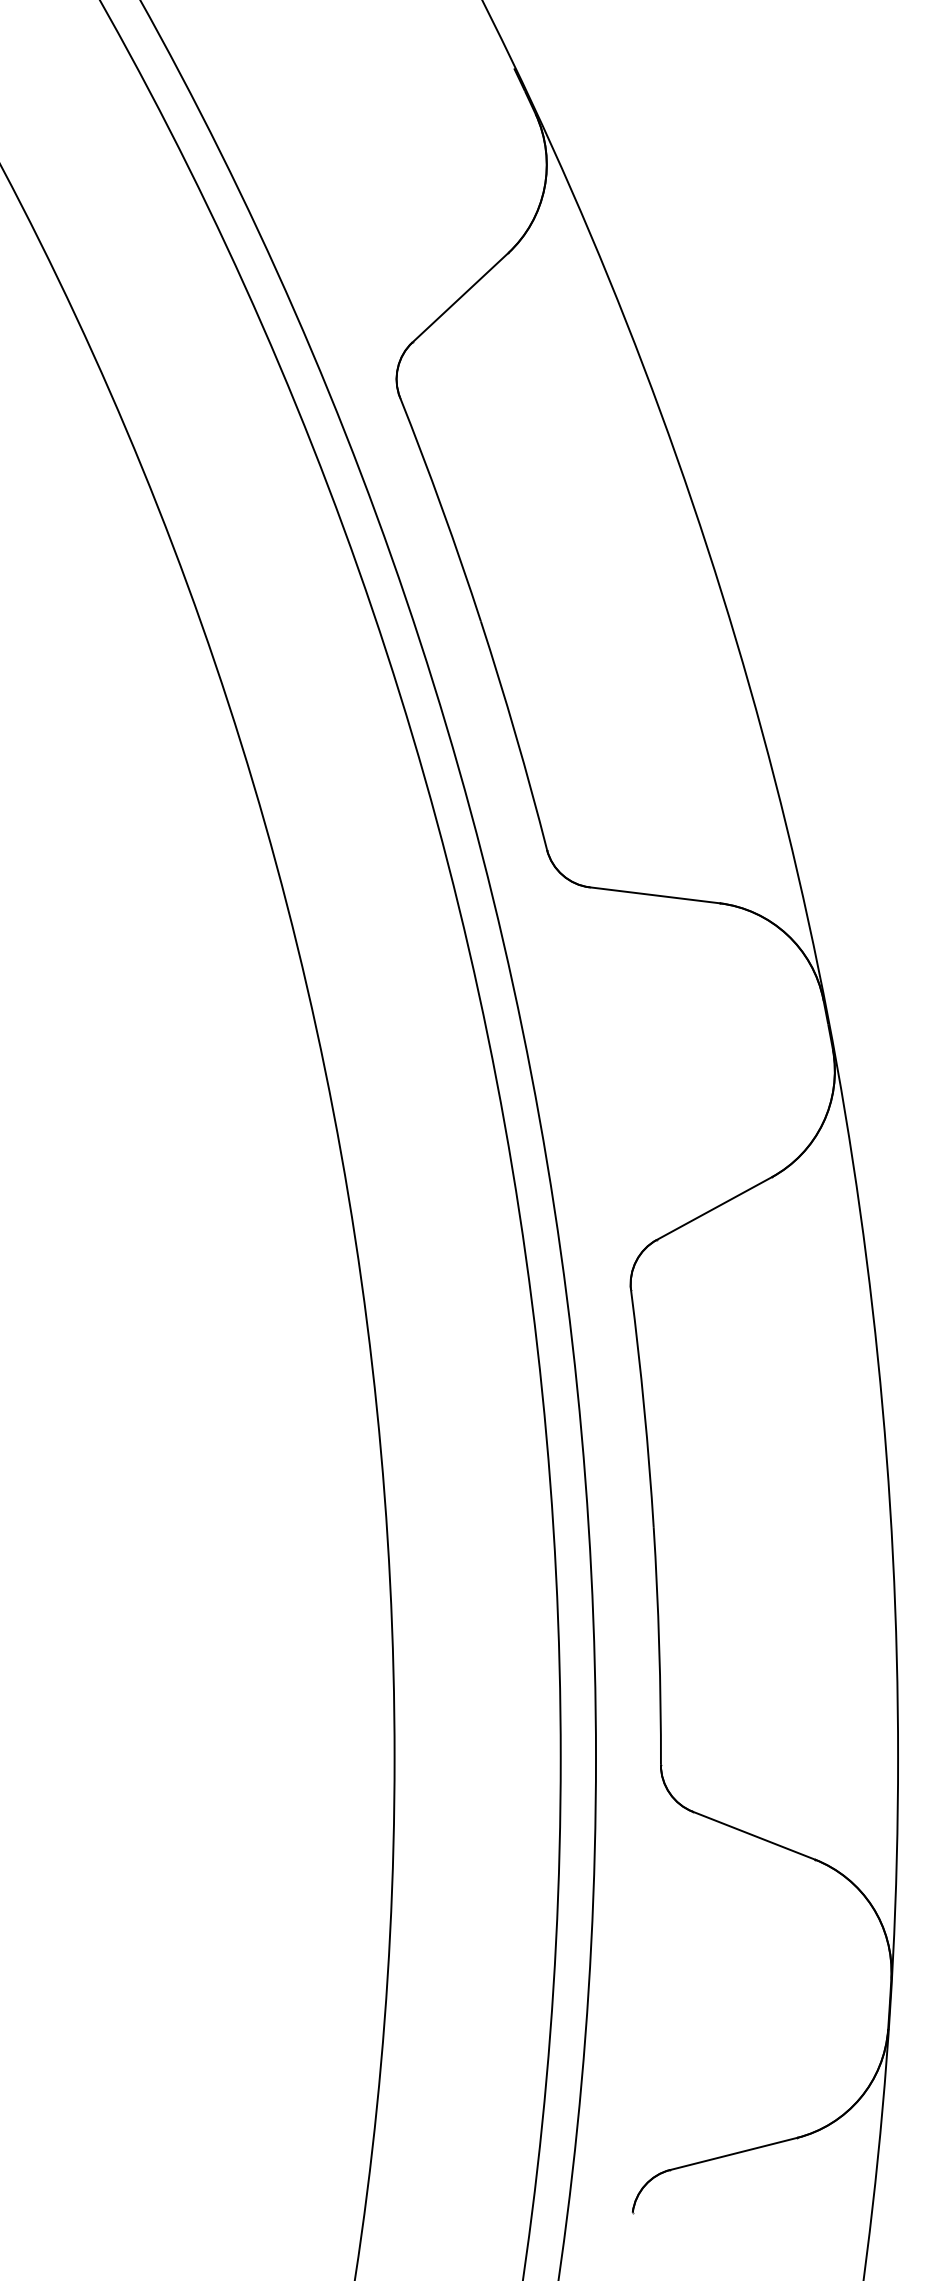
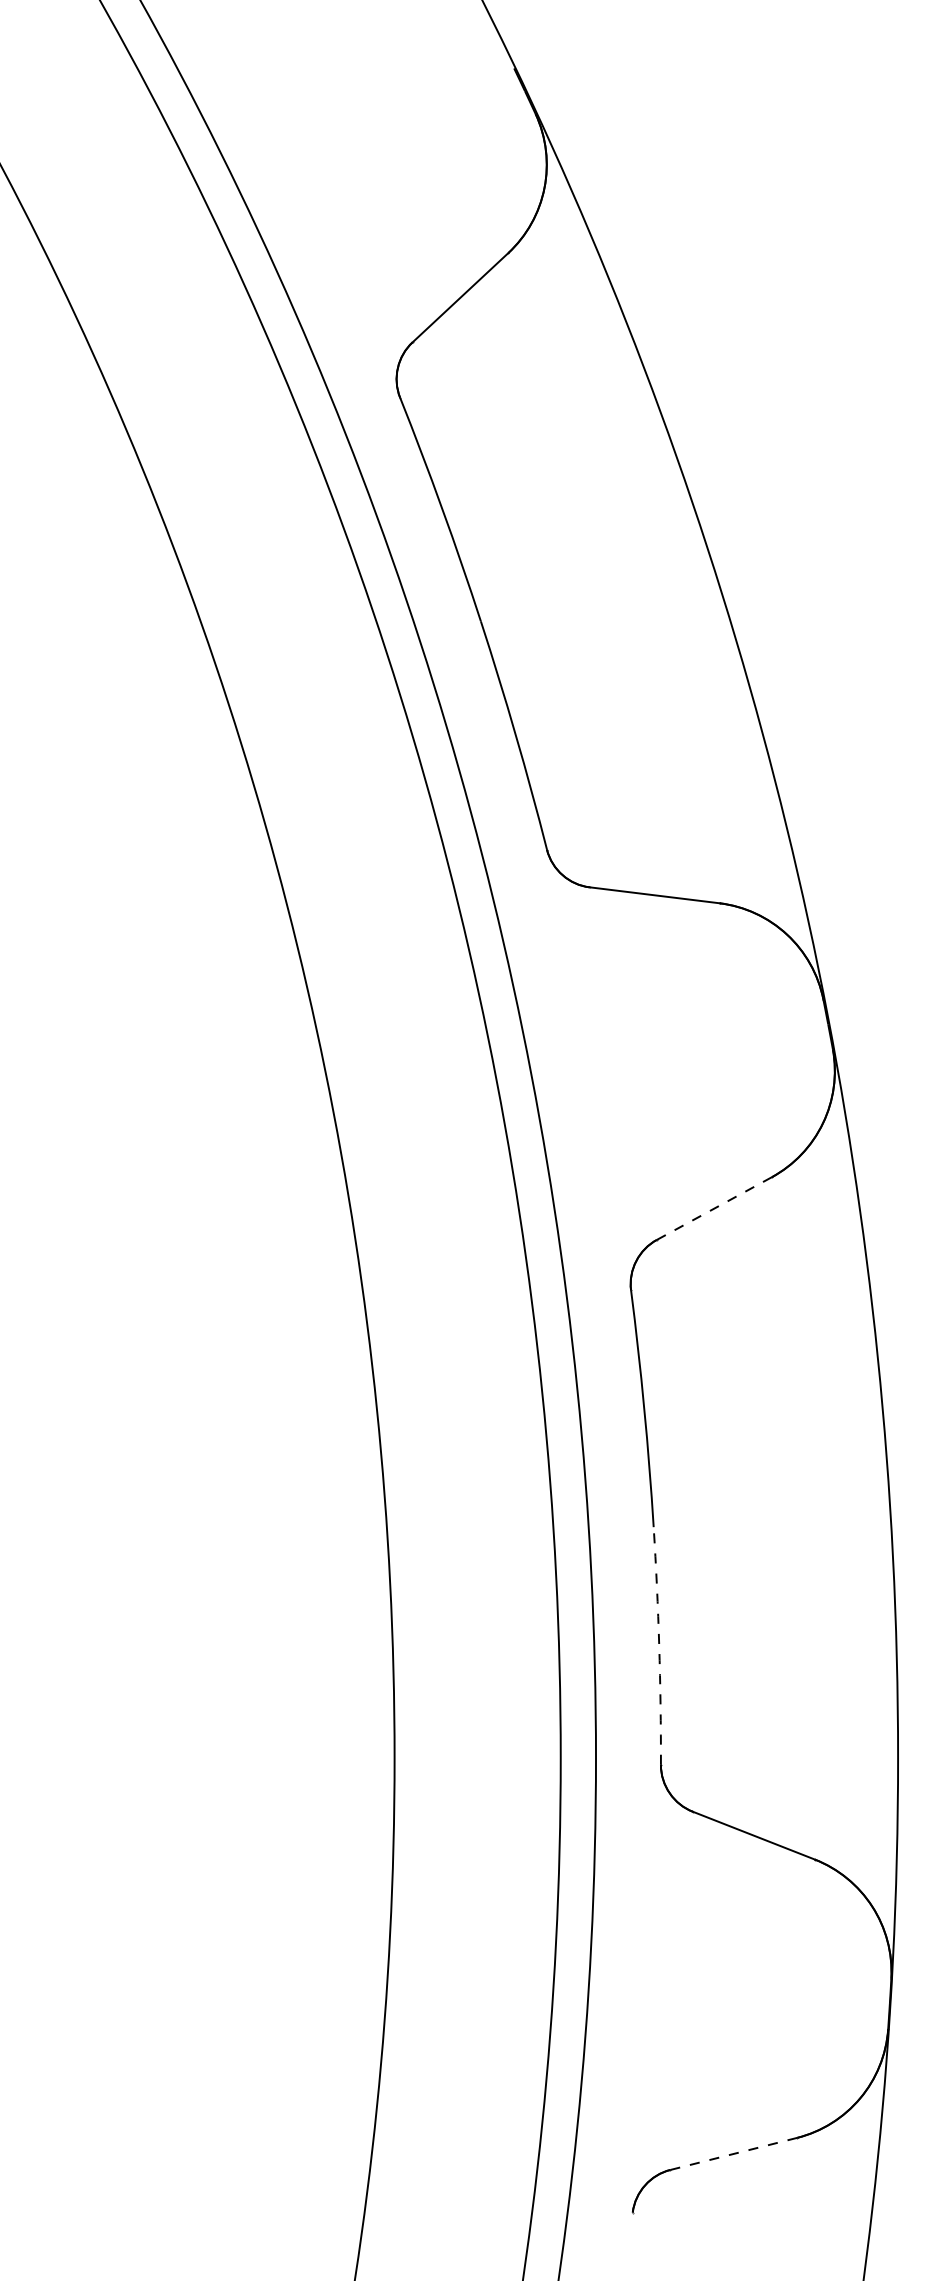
line at (714, 1208): solid -> dashed
arc at (659, 1645): solid -> dashed
line at (734, 2153): solid -> dashed
